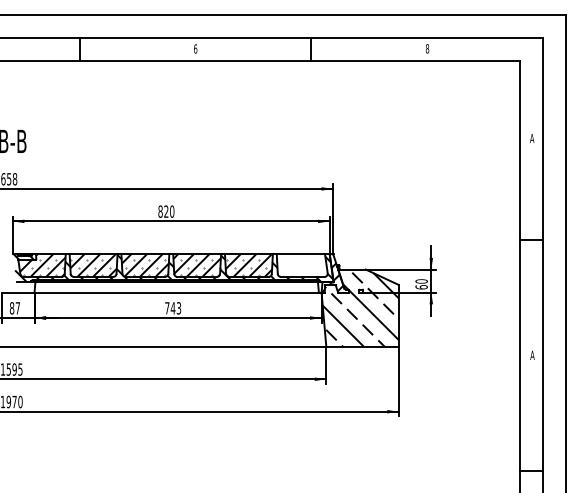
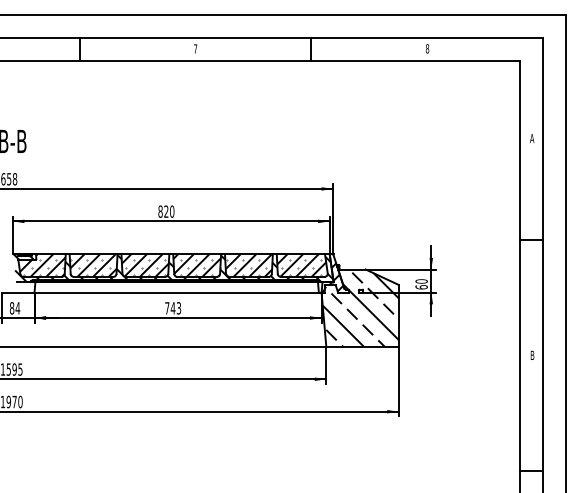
text at (195, 48): 6 -> 7
hatch at (301, 265): none -> present
text at (17, 308): 87 -> 84
text at (532, 354): A -> B
